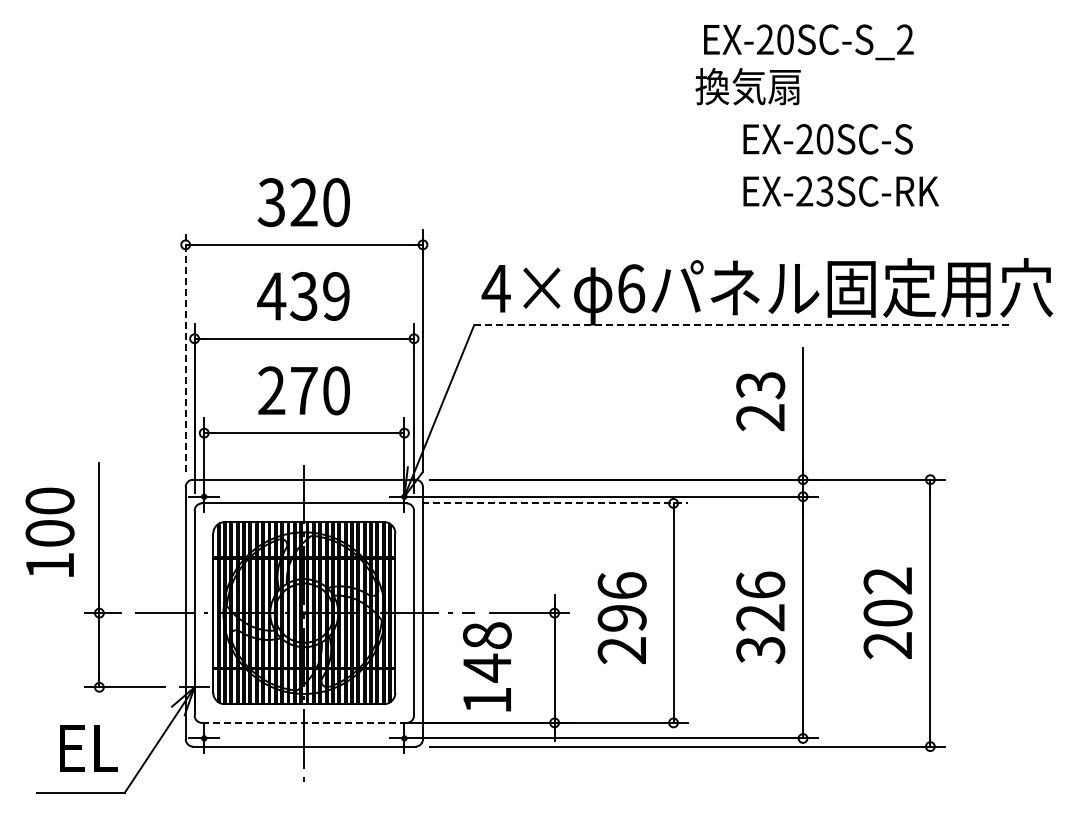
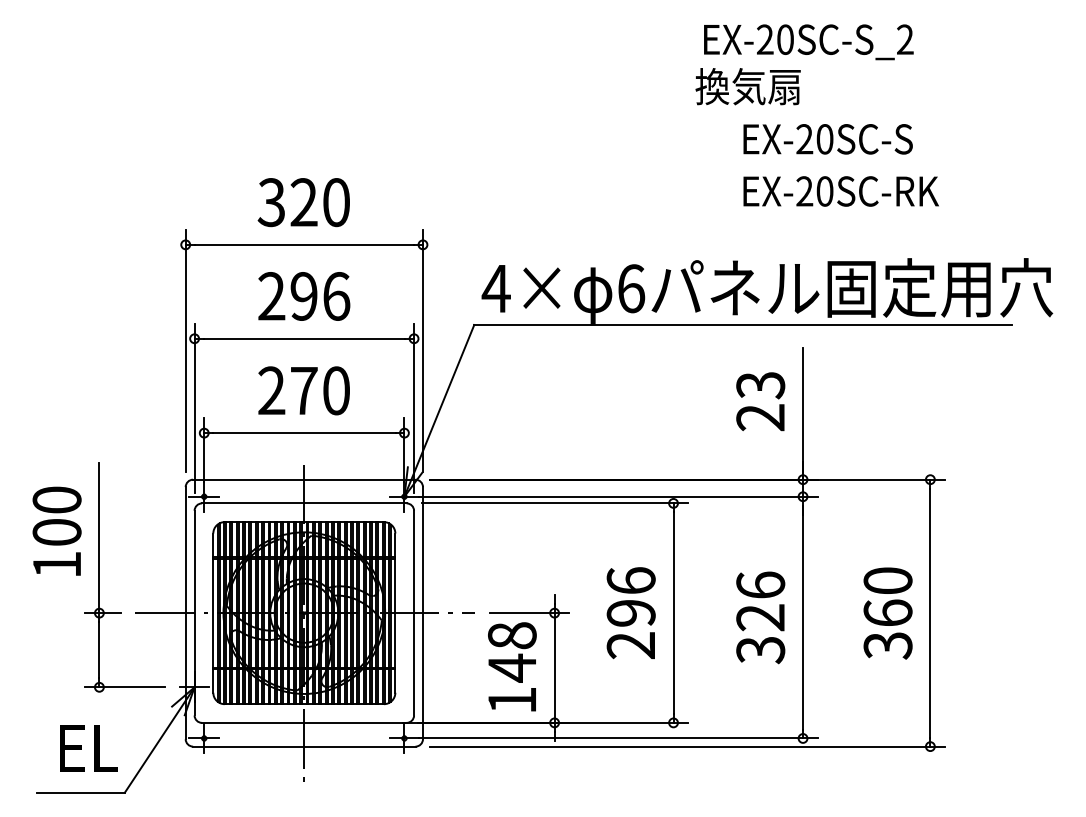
text at (824, 191): EX-23SC-RK -> EX-20SC-RK
text at (303, 296): 439 -> 296
line at (743, 325): dashed -> solid
line at (185, 350): dashed -> solid
line at (555, 503): dashed -> solid
text at (49, 531) position: (49, 531) -> (56, 530)
text at (887, 613): 202 -> 360
text at (621, 618) position: (621, 618) -> (630, 613)
text at (487, 666) position: (487, 666) -> (512, 666)
line at (304, 722): dashed -> solid
